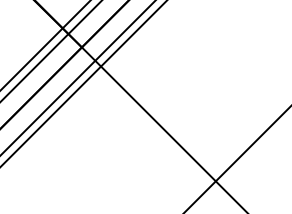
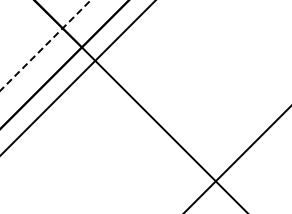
line at (45, 45): solid -> dashed
line at (51, 51): present -> none
line at (83, 83): present -> none
